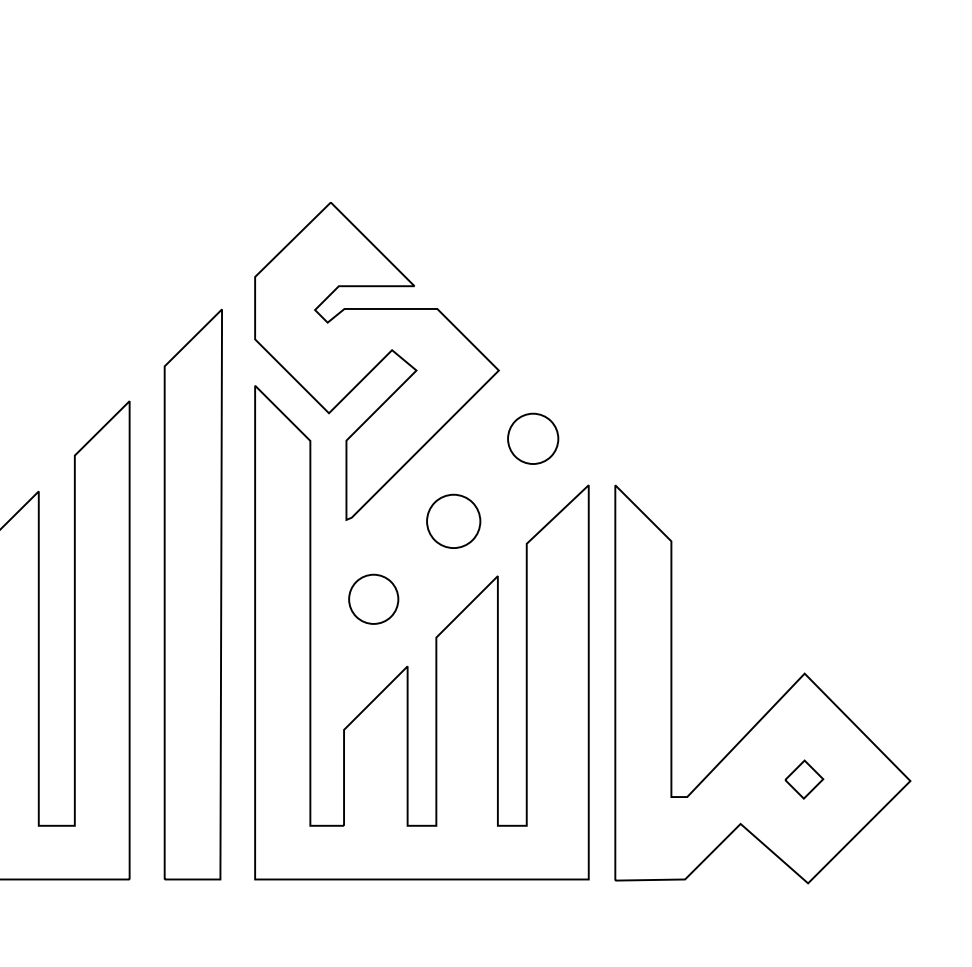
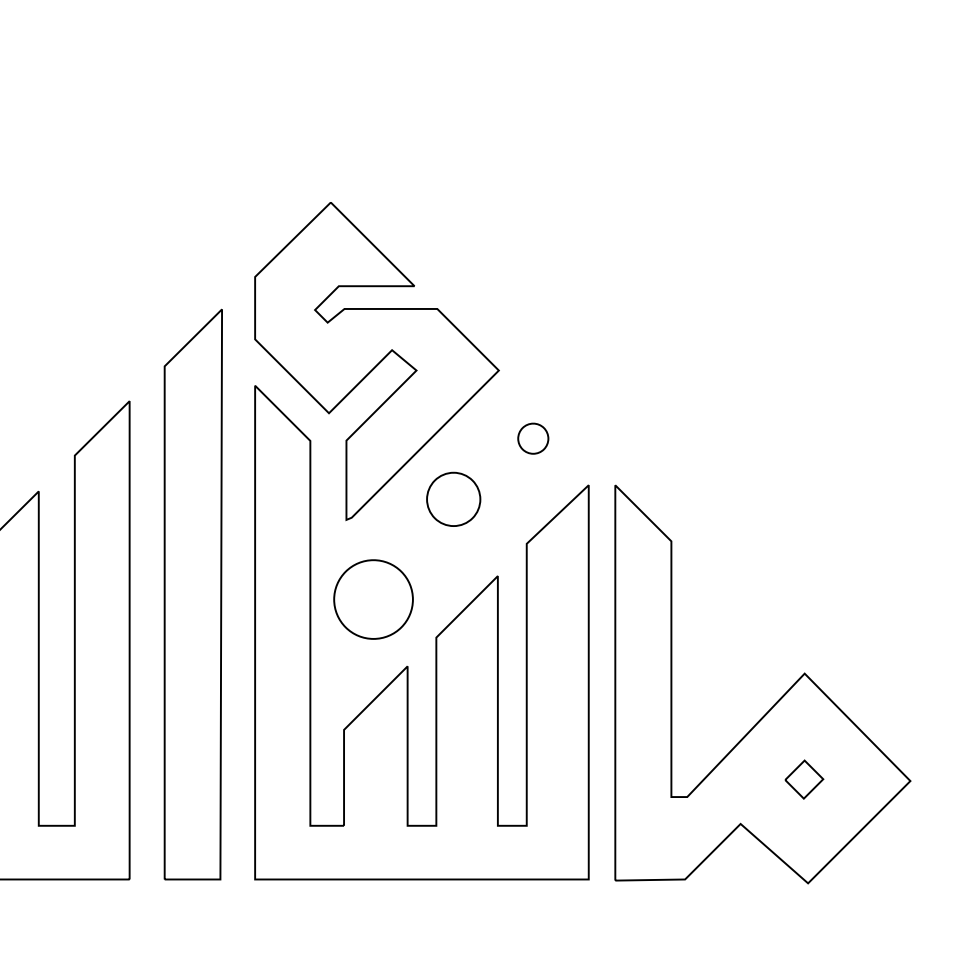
part at (533, 438) size: 53x53 px -> 33x33 px
part at (453, 520) position: (453, 520) -> (453, 498)
part at (373, 598) size: 52x52 px -> 81x81 px
